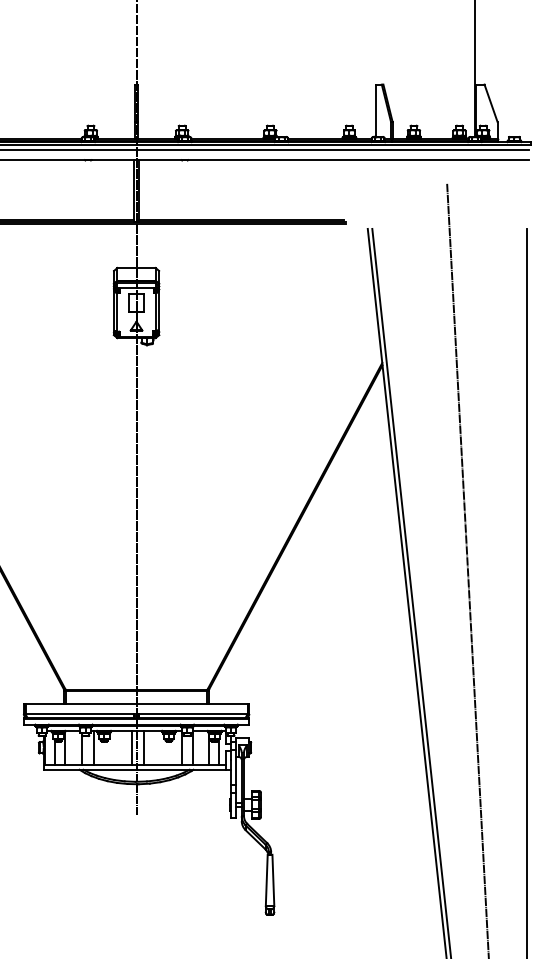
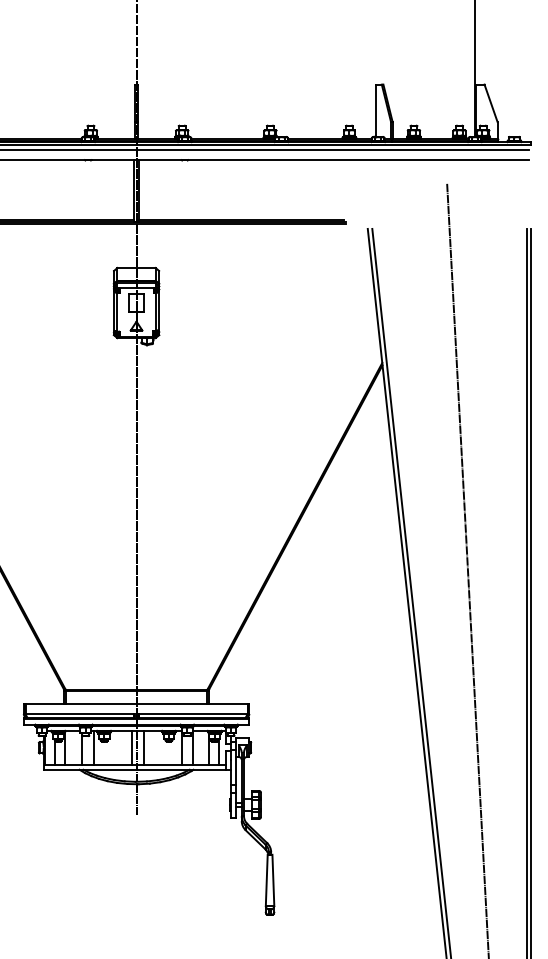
line at (531, 591): none -> present
